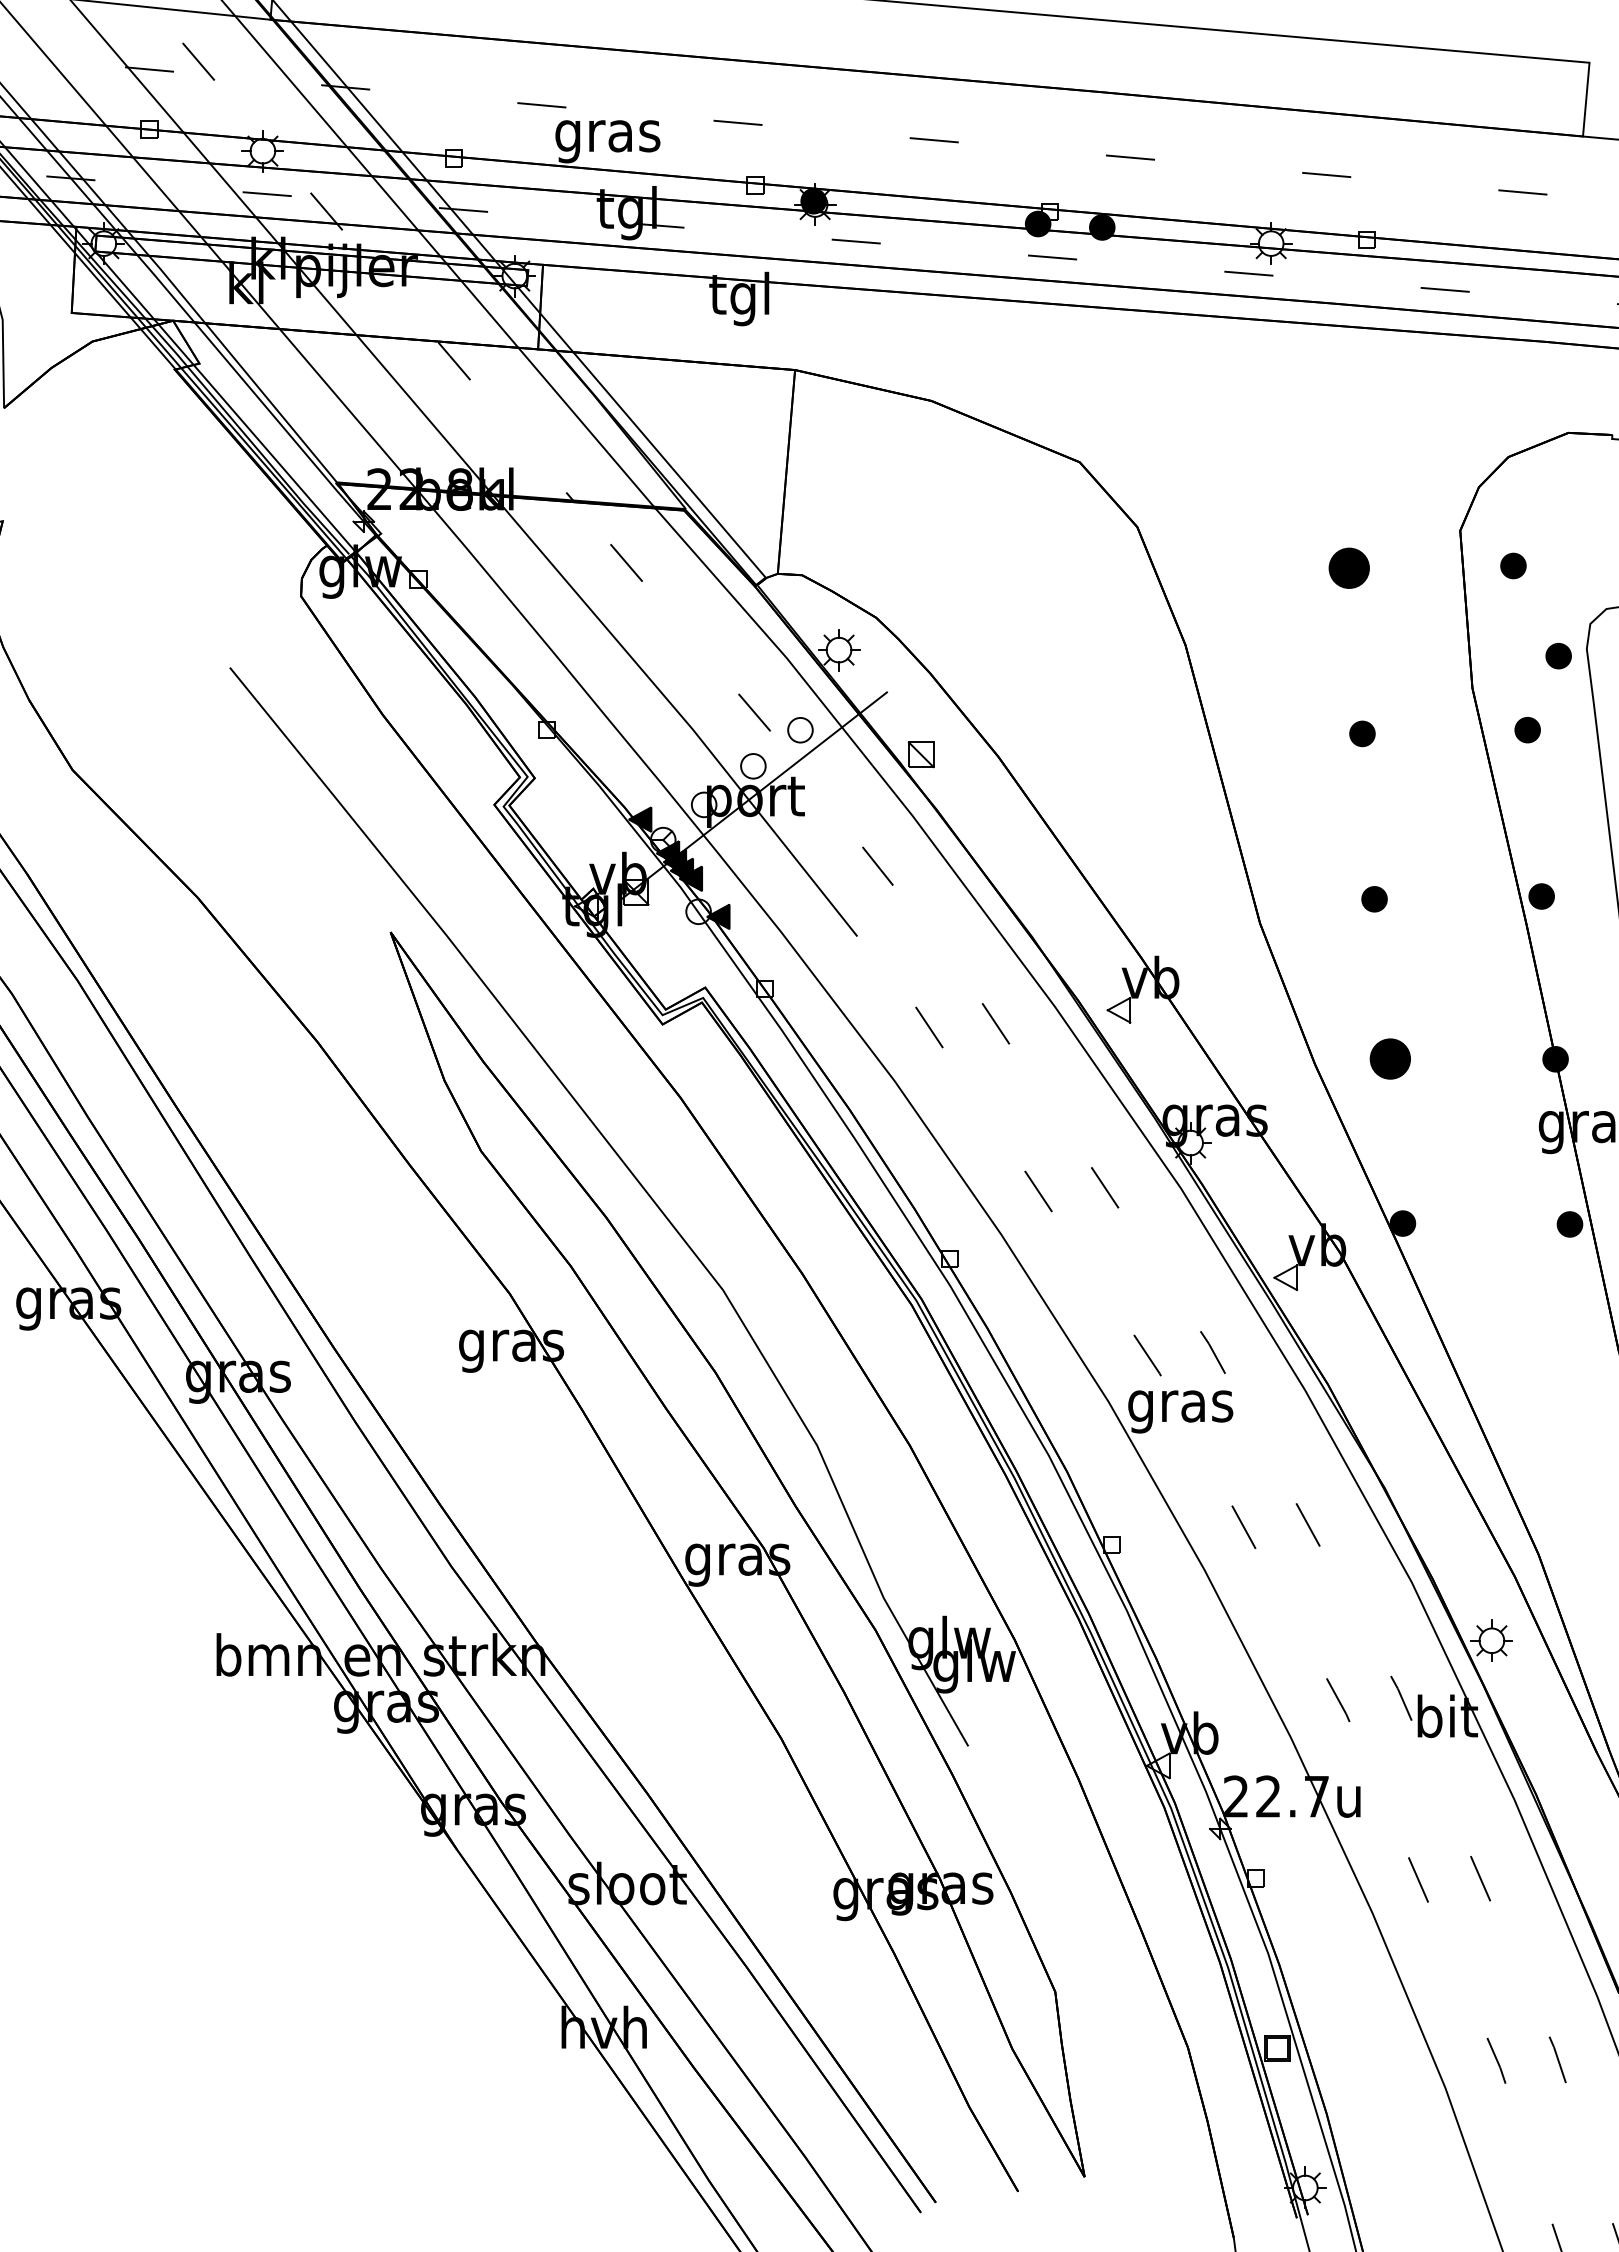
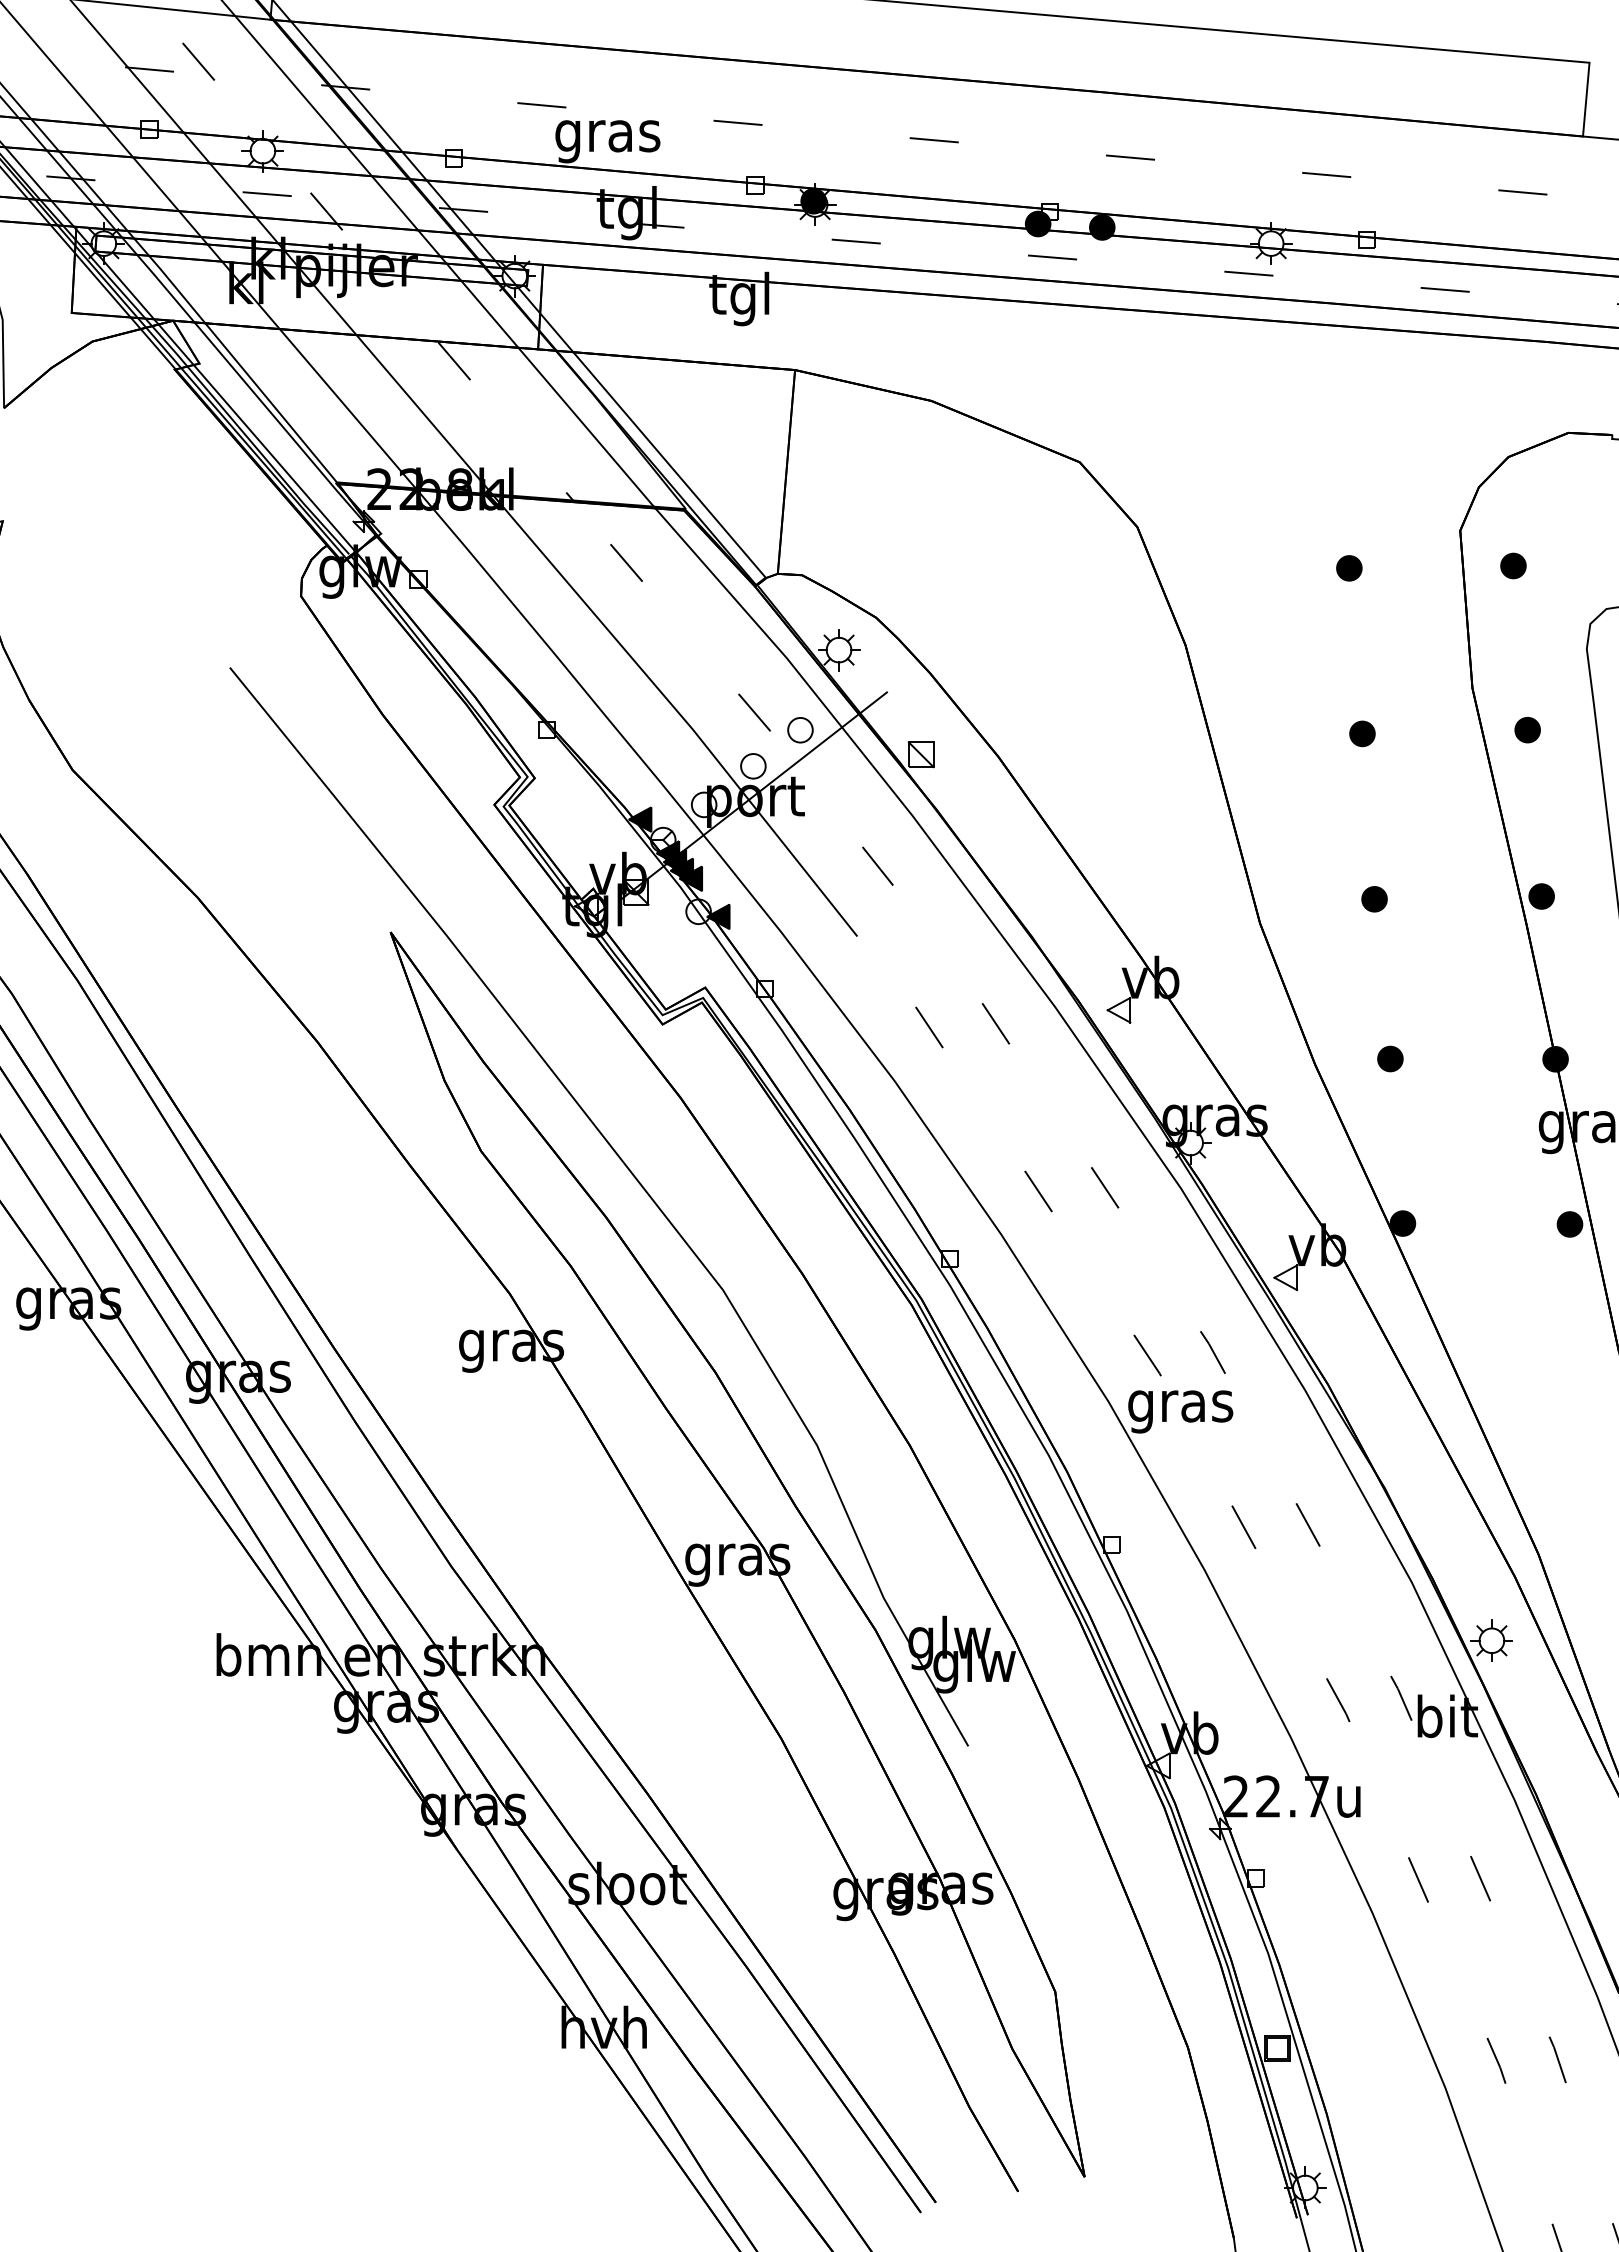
part at (1348, 567) size: 42x42 px -> 27x27 px
part at (1558, 656): present -> none
part at (1389, 1058) size: 42x42 px -> 27x28 px
